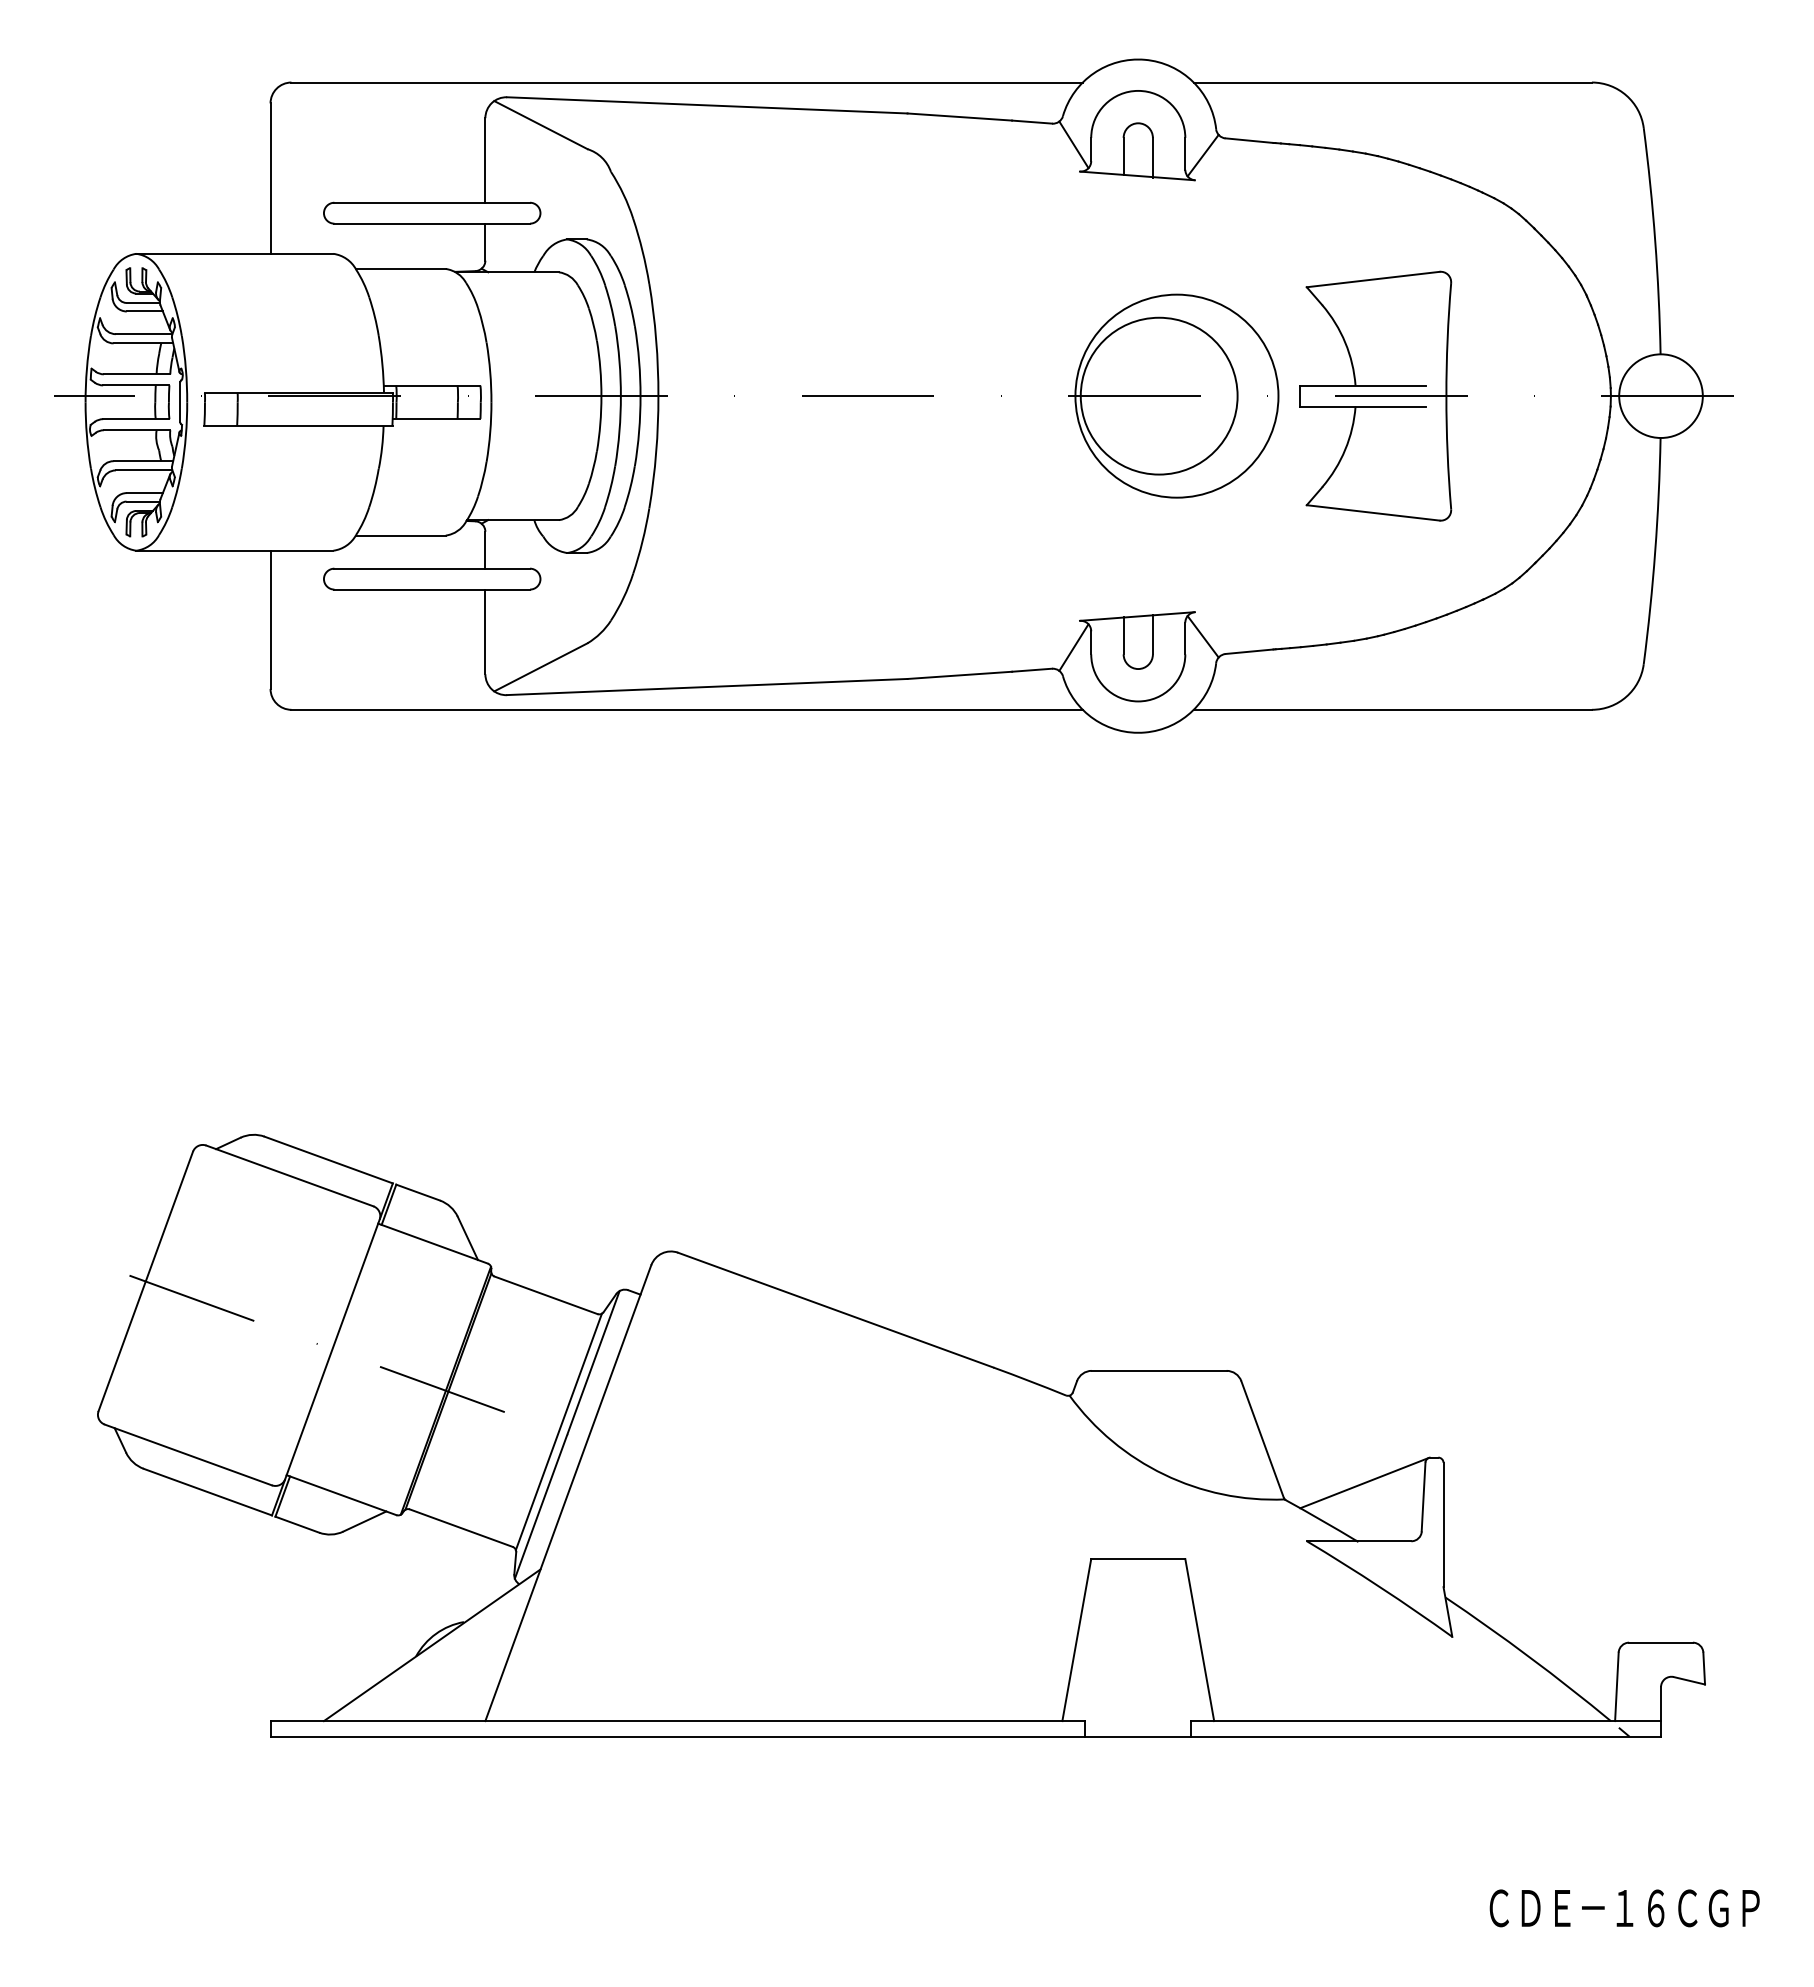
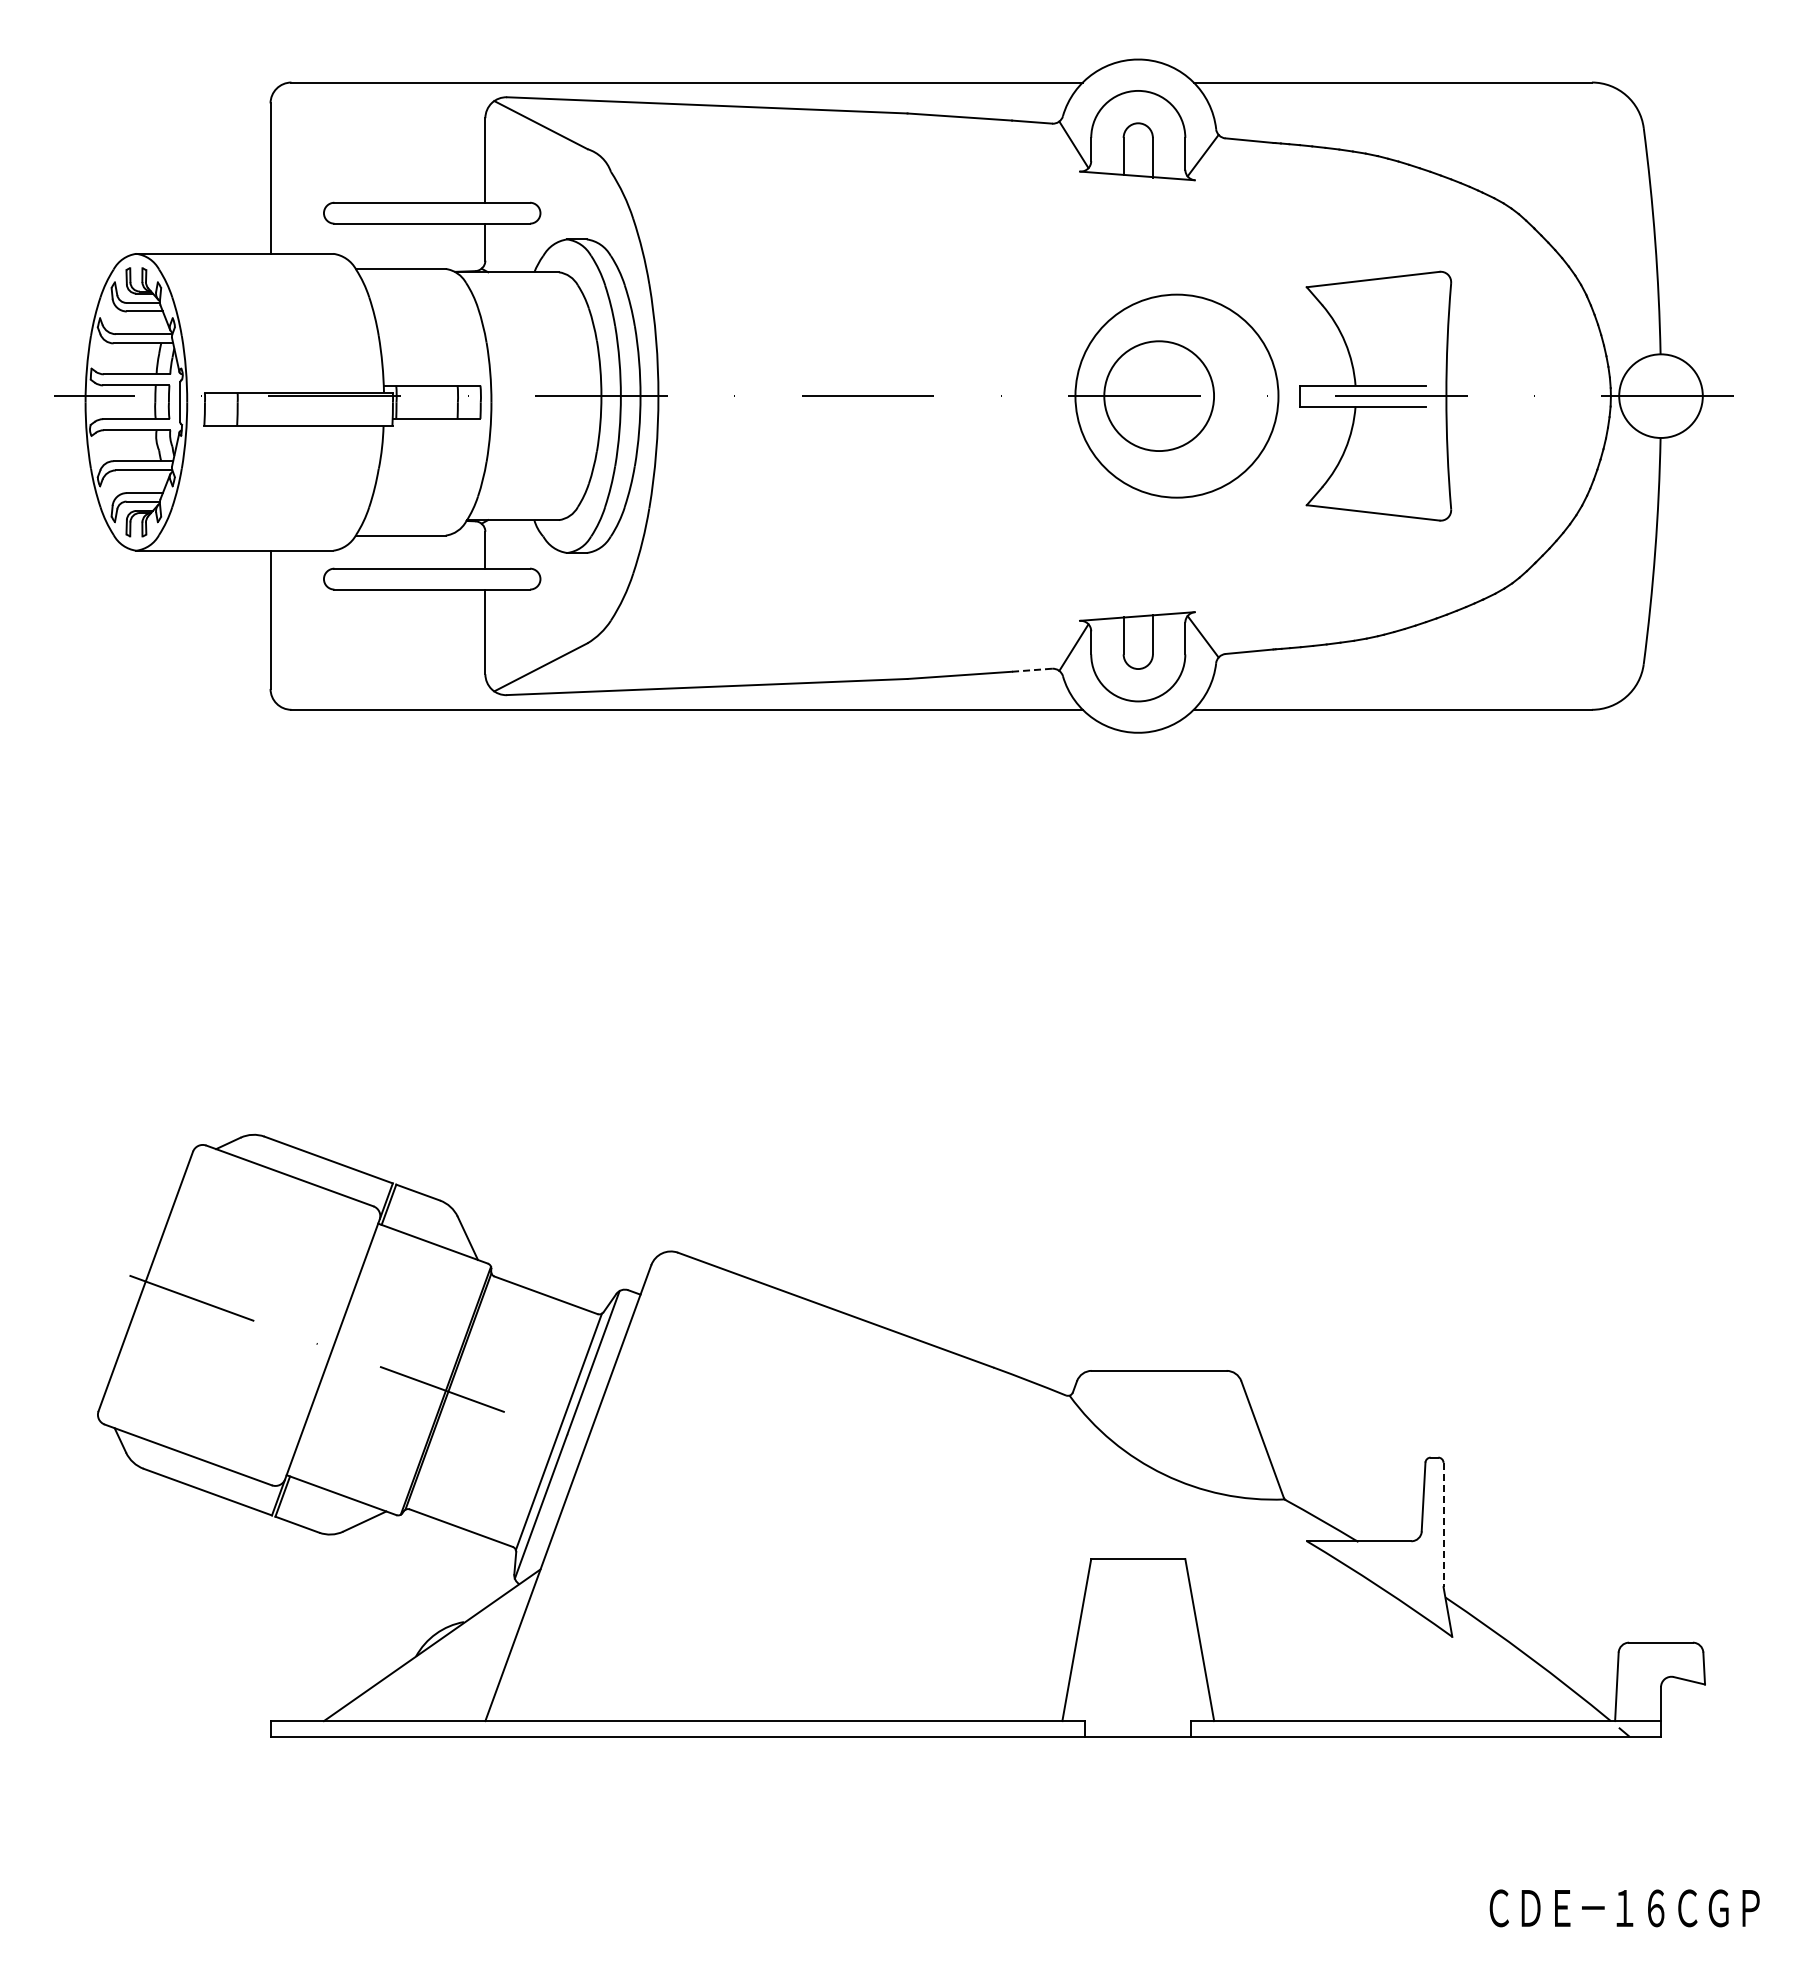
circle at (1158, 395) diameter: 157 px -> 110 px
line at (1032, 670): solid -> dashed
line at (1364, 1482): present -> none
line at (1443, 1525): solid -> dashed
